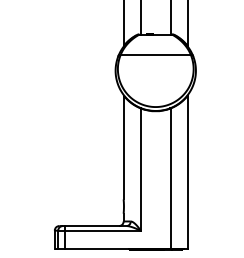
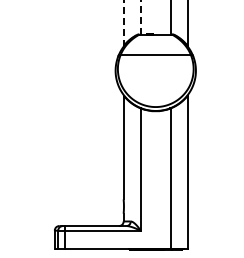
line at (140, 16): solid -> dashed
line at (123, 23): solid -> dashed
